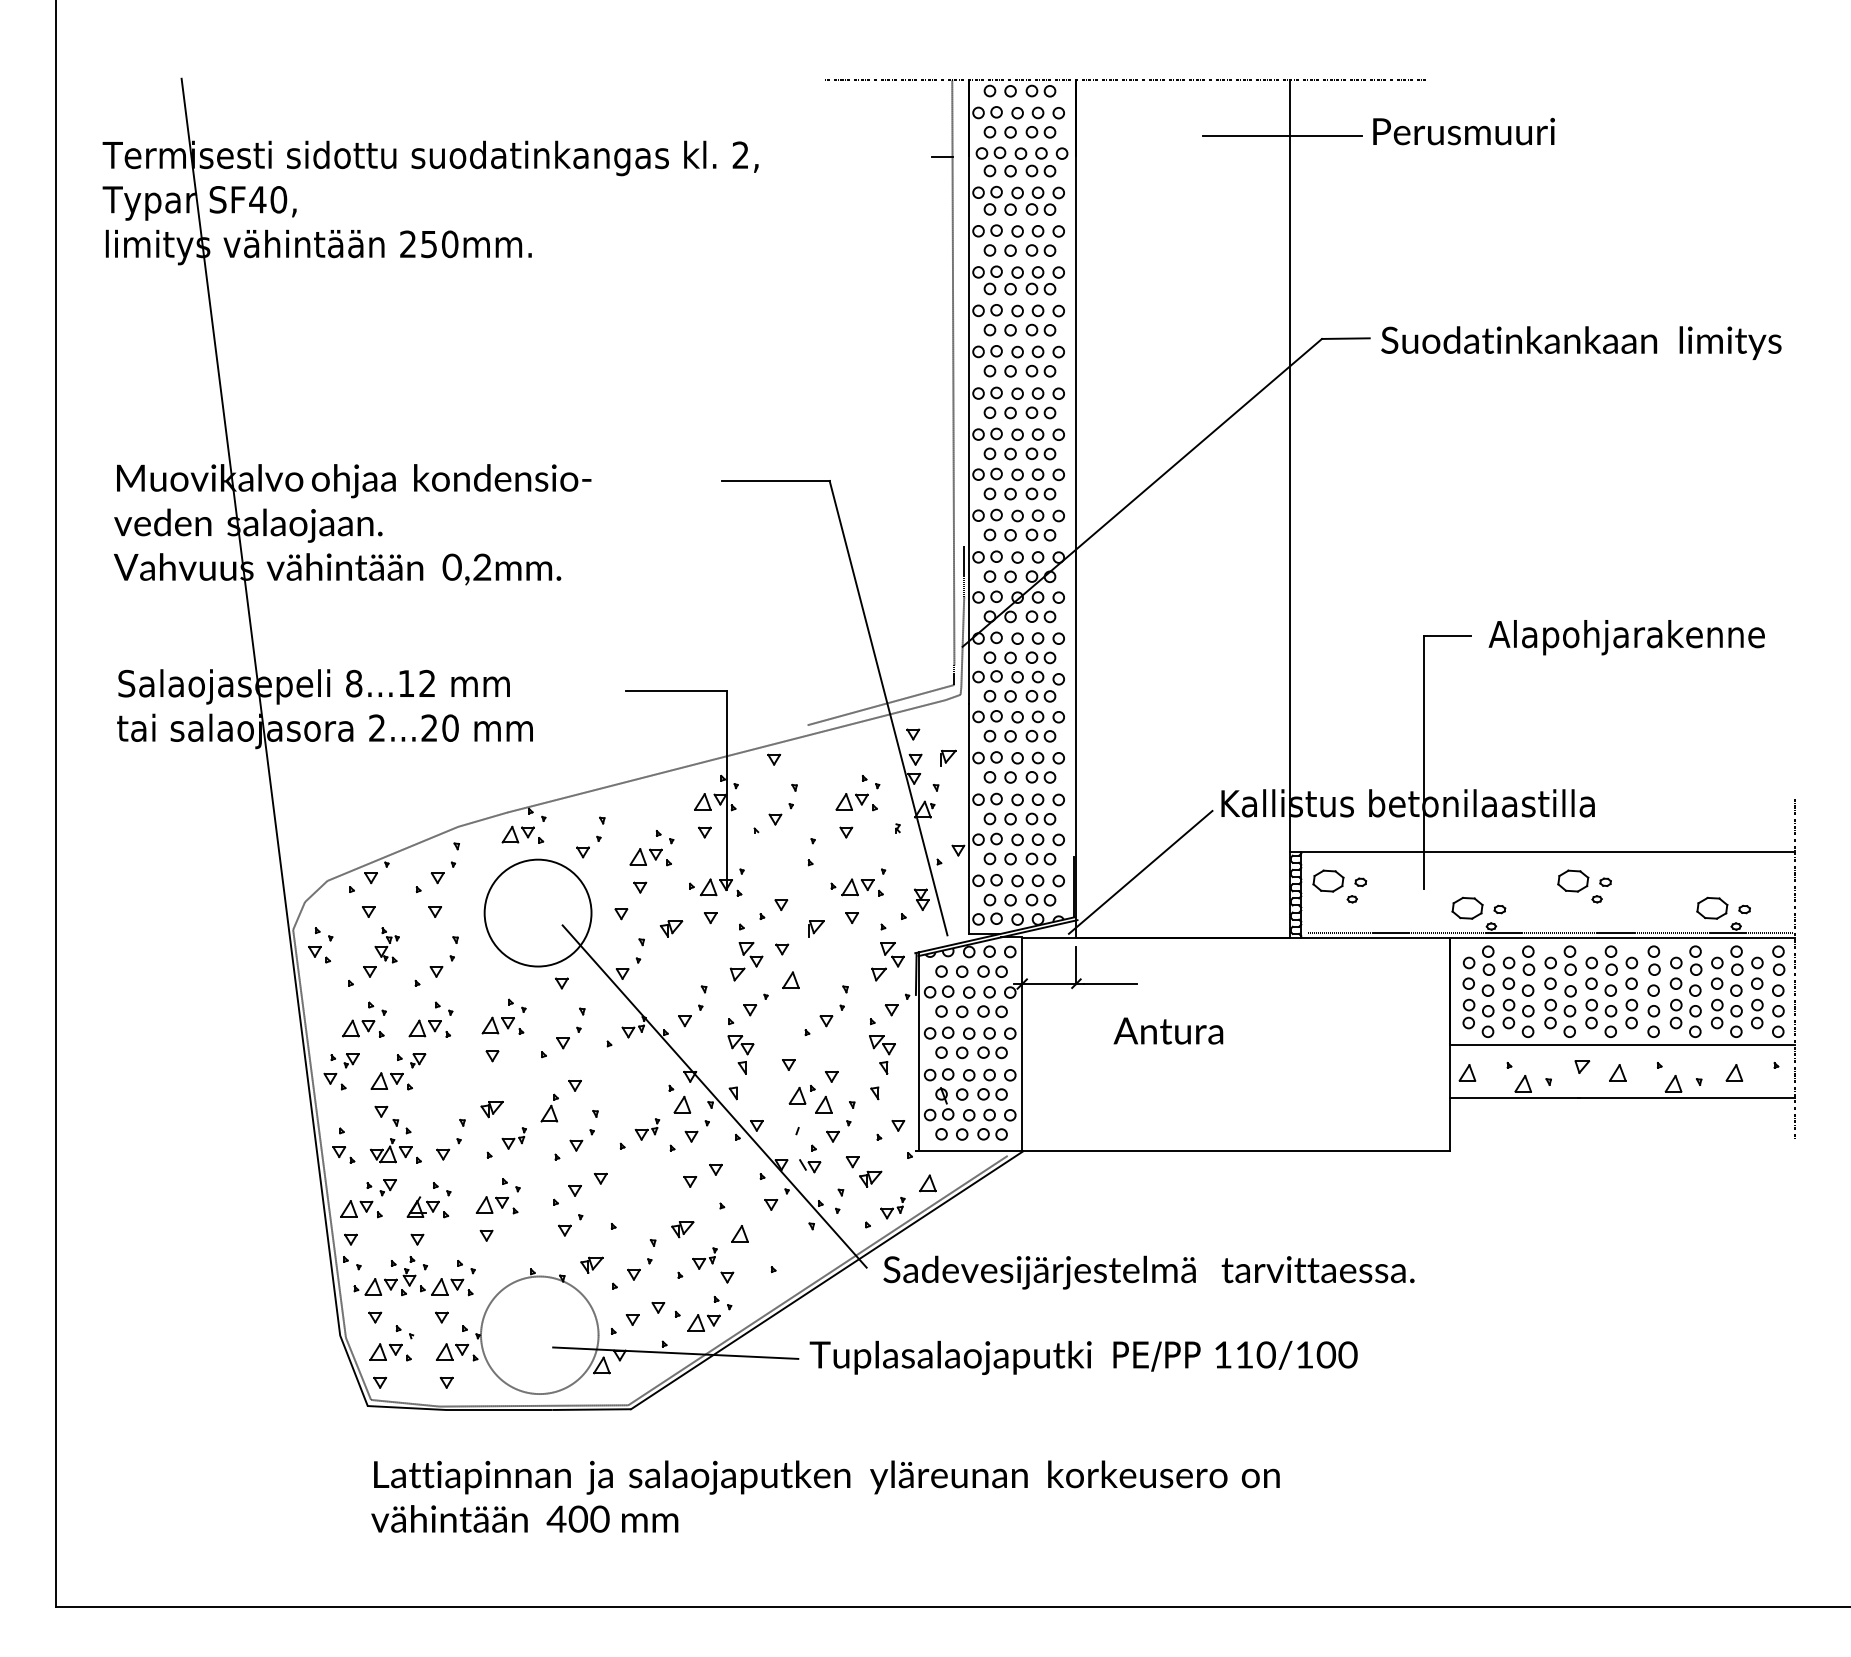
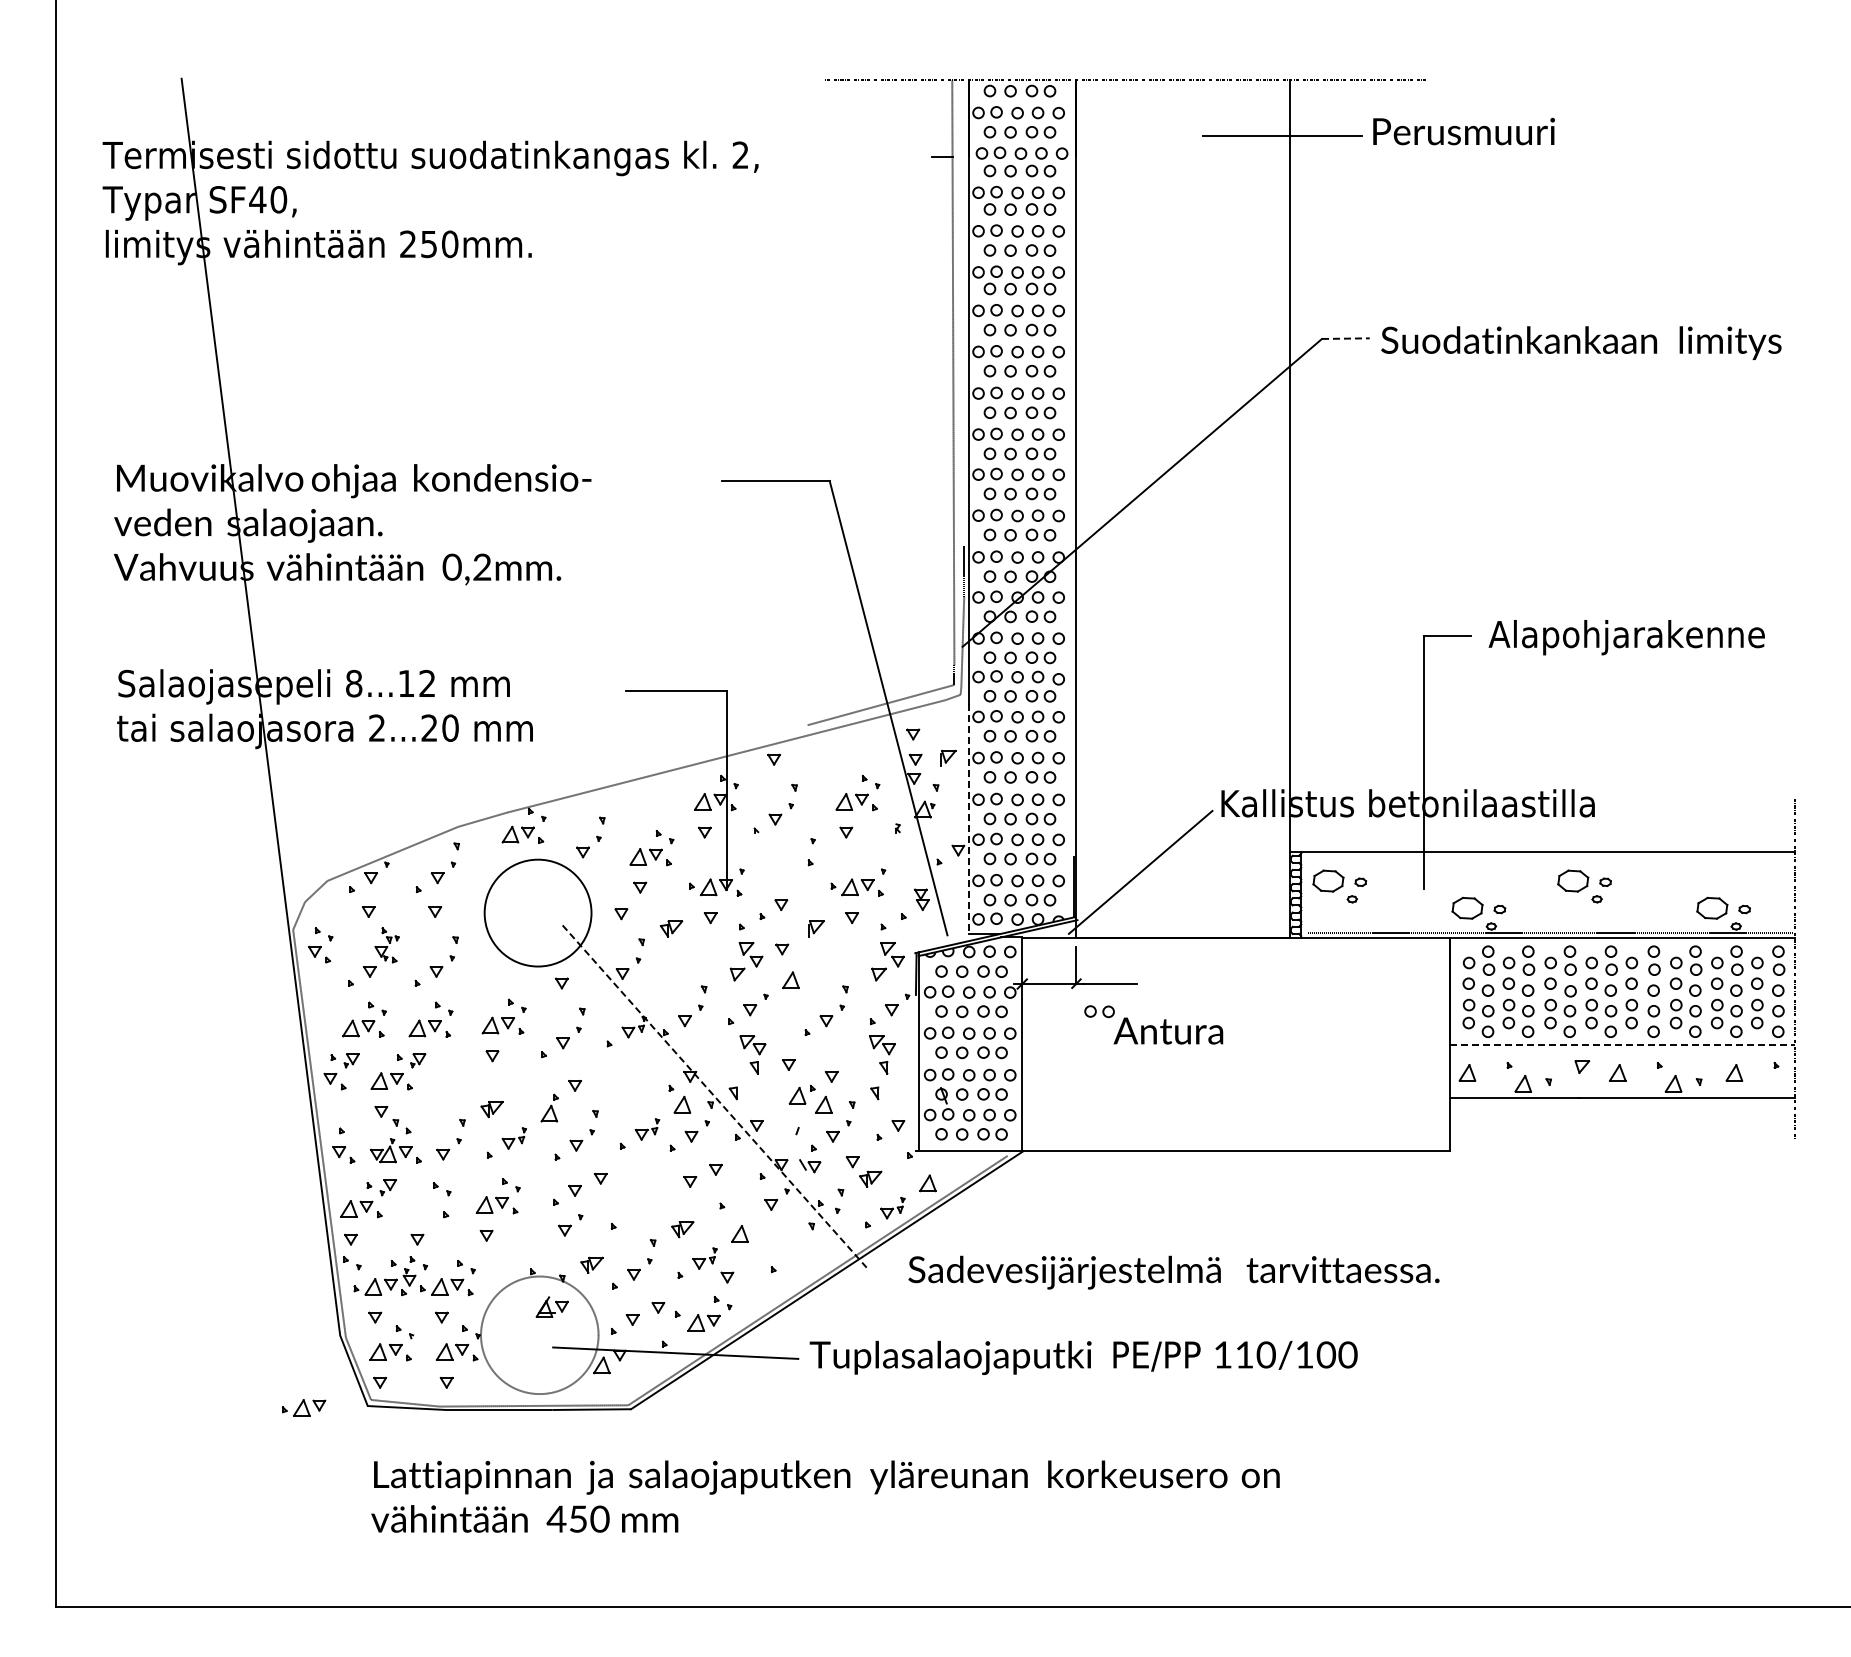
line at (1345, 338): solid -> dashed
line at (968, 819): solid -> dashed
part at (1099, 1011): none -> present
line at (1622, 1044): solid -> dashed
part at (740, 1054) position: (740, 1054) -> (752, 1054)
line at (714, 1096): solid -> dashed
part at (422, 1206) position: (422, 1206) -> (551, 1306)
text at (1148, 1272) position: (1148, 1272) -> (1173, 1272)
part at (304, 1407): none -> present
text at (578, 1518): 400 -> 450
